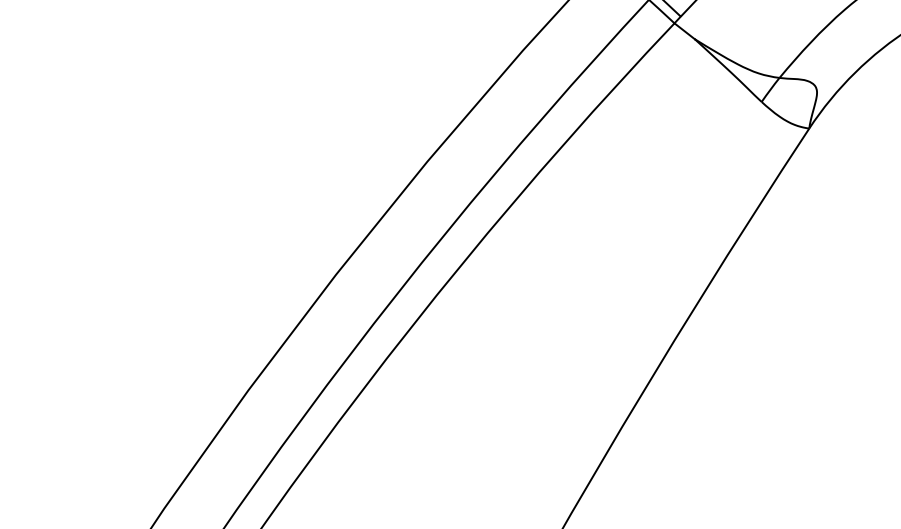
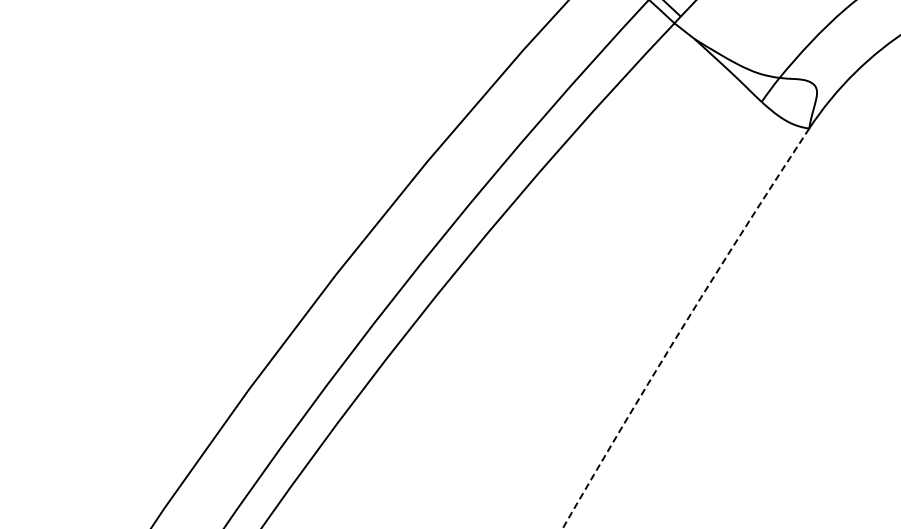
arc at (683, 326): solid -> dashed
